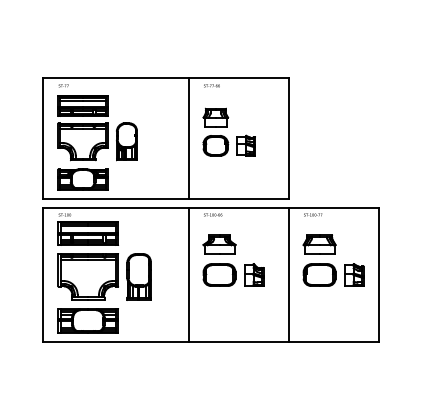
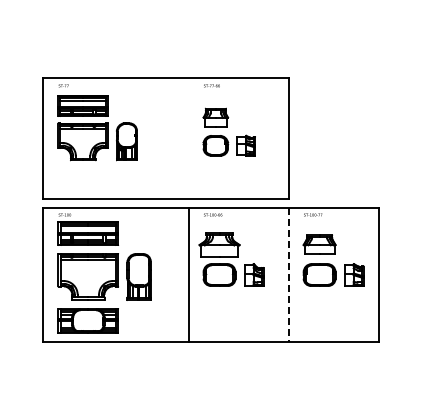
line at (188, 138): present -> none
part at (82, 179): present -> none
part at (219, 244) size: 35x21 px -> 43x26 px
line at (288, 275): solid -> dashed
